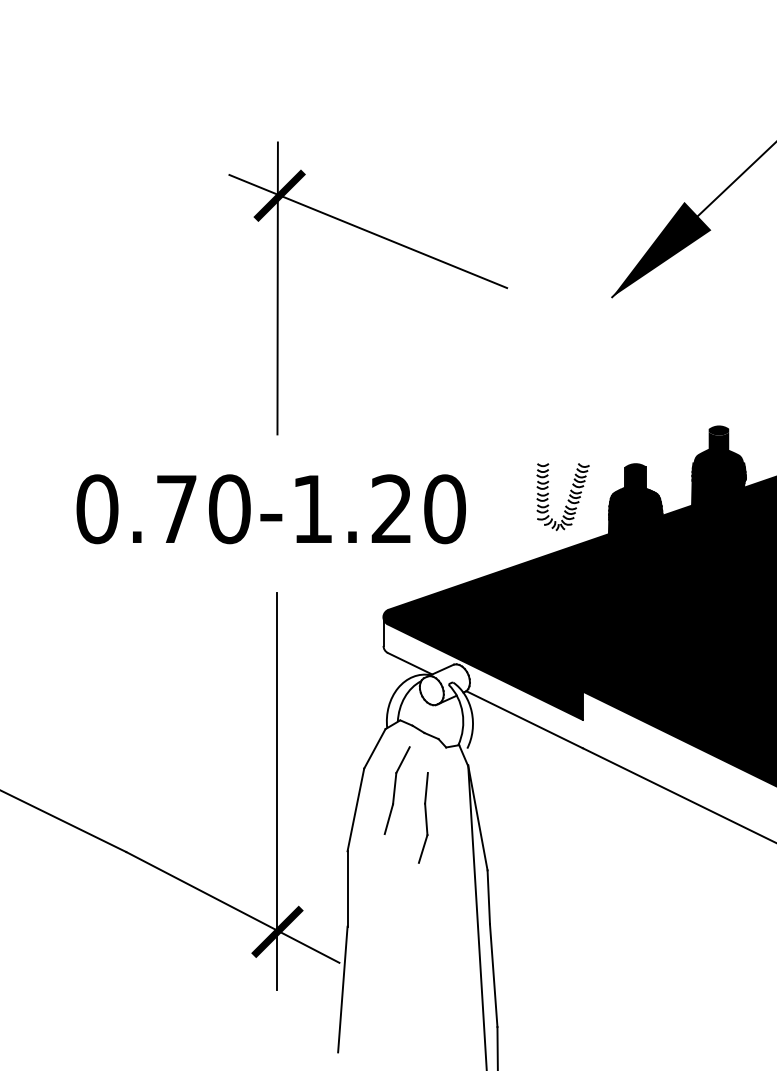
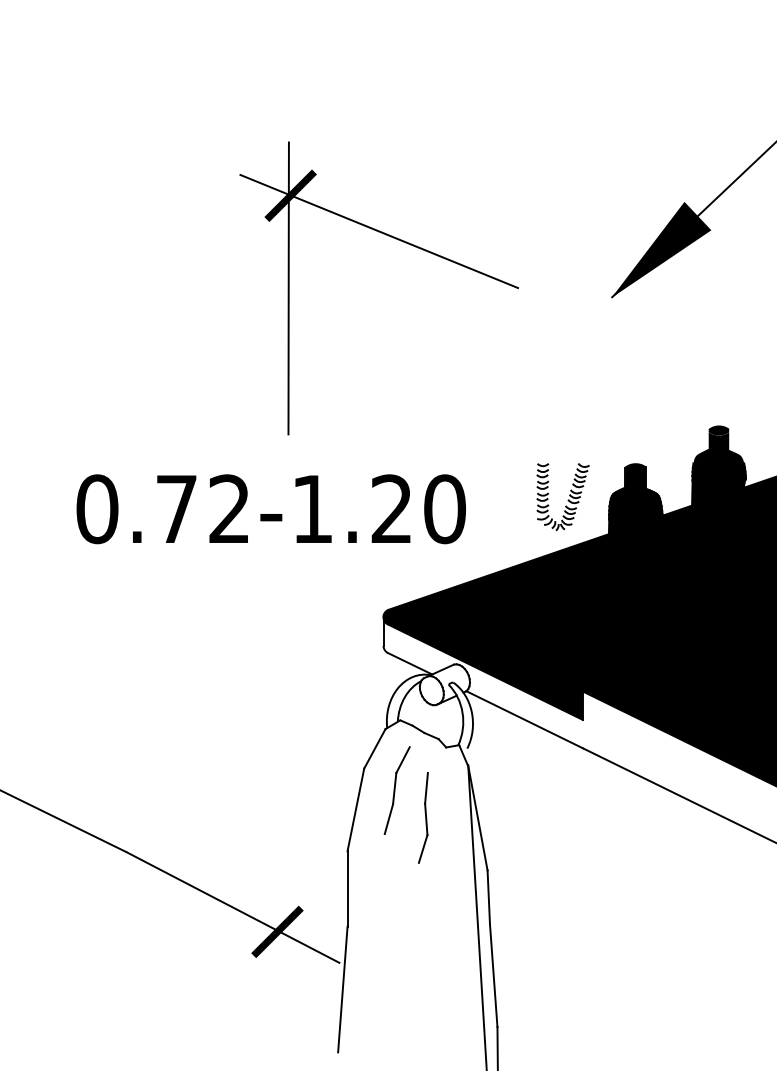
part at (389, 241) position: (389, 241) -> (400, 241)
text at (229, 509): 0.70-1.20 -> 0.72-1.20
line at (277, 791): present -> none
